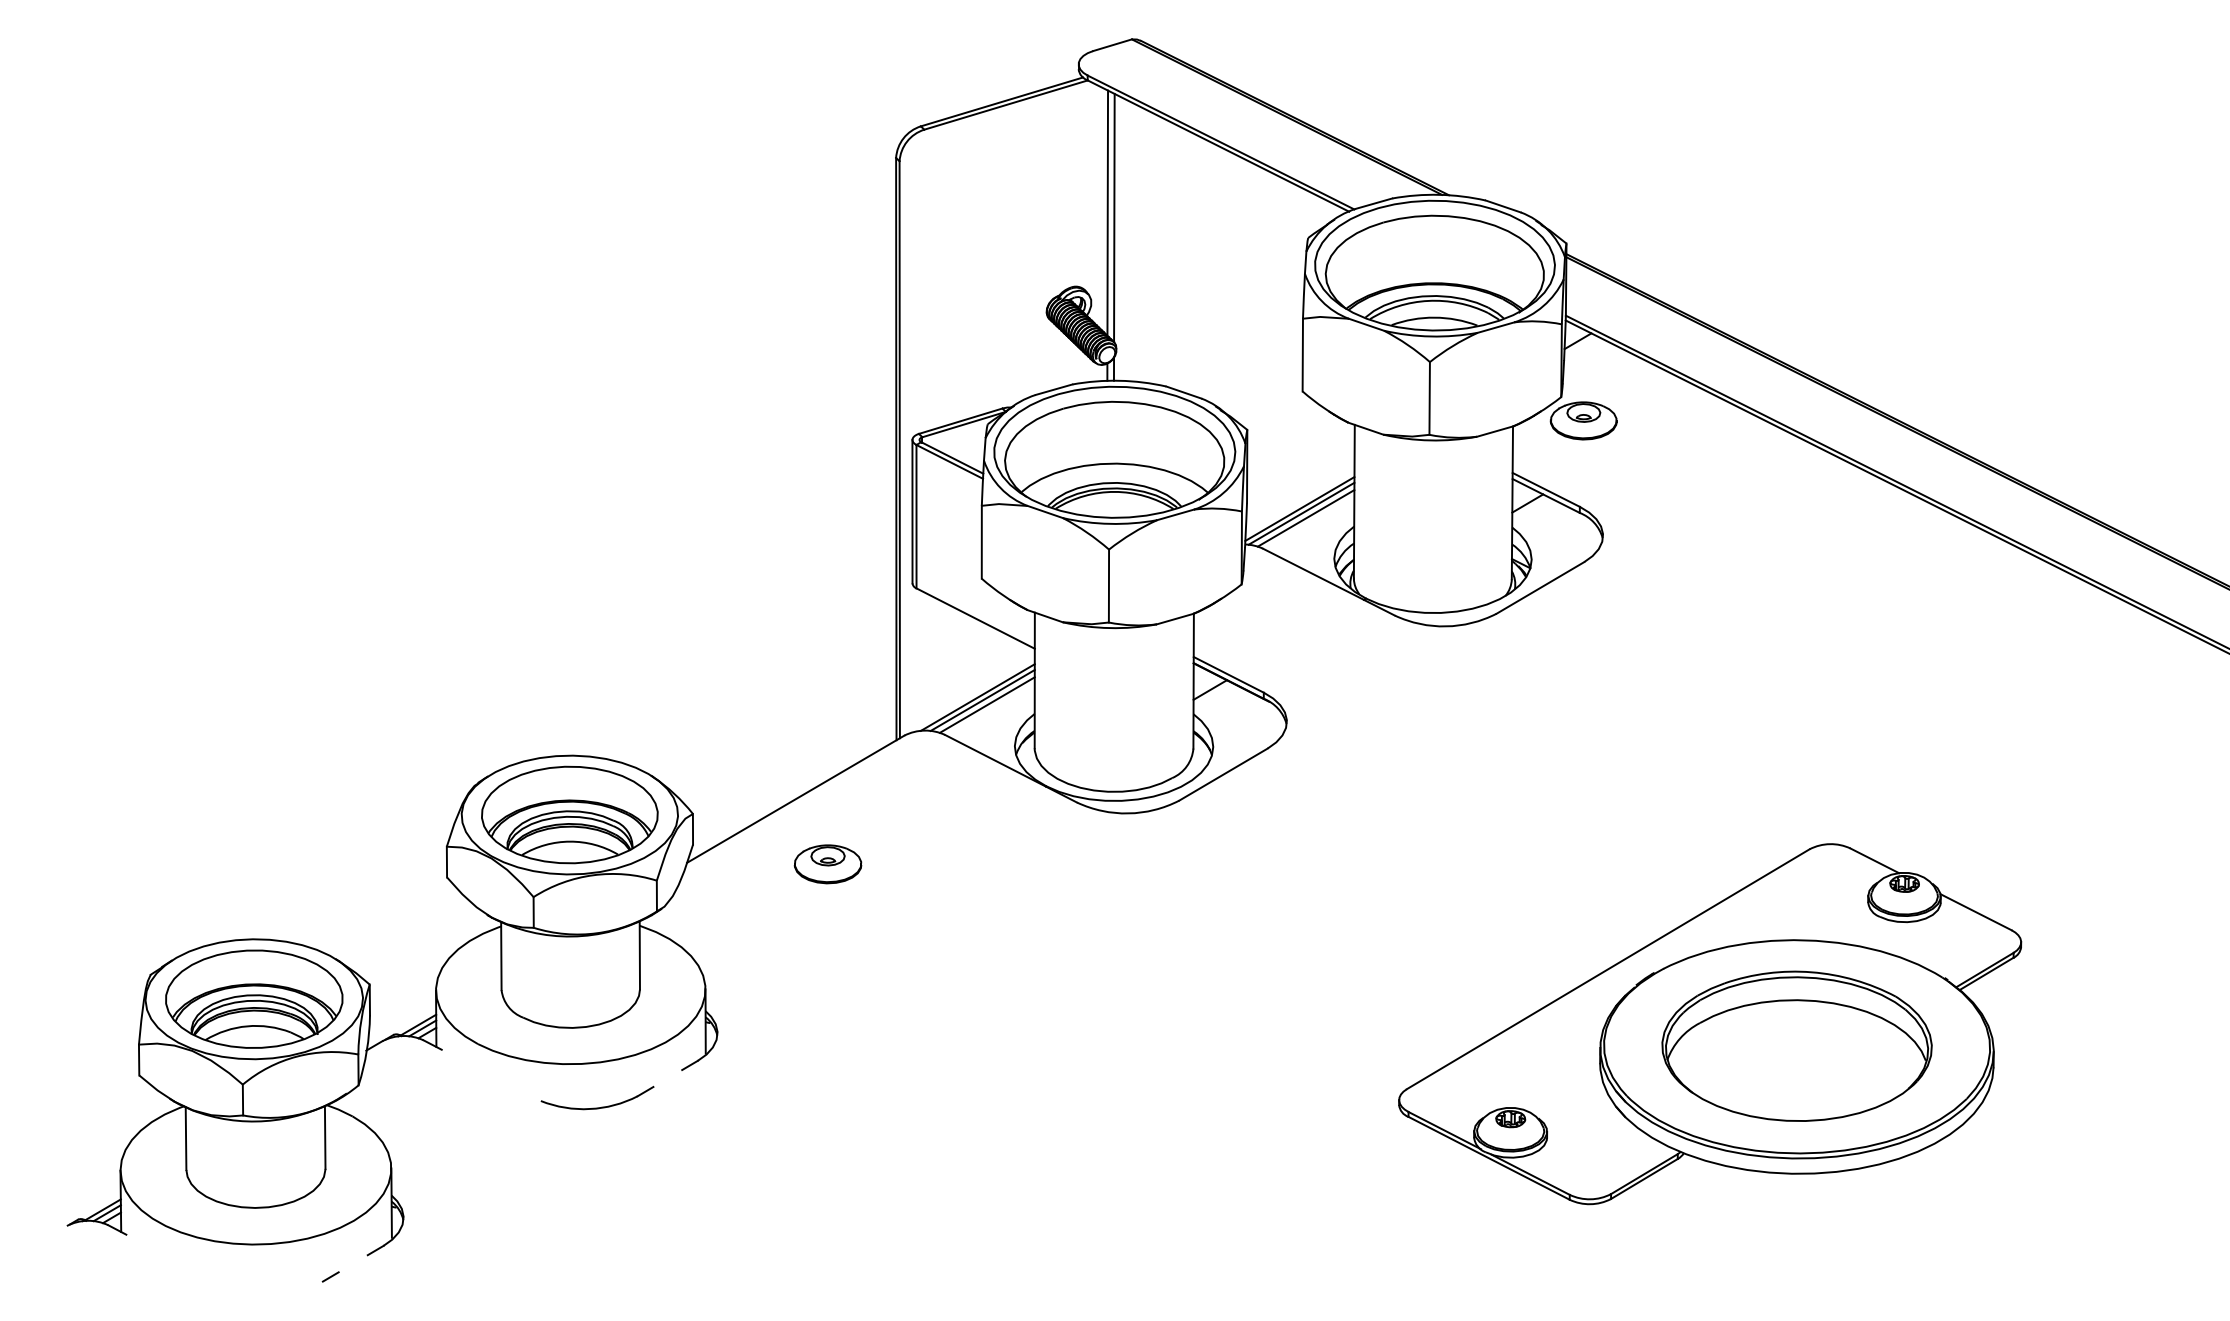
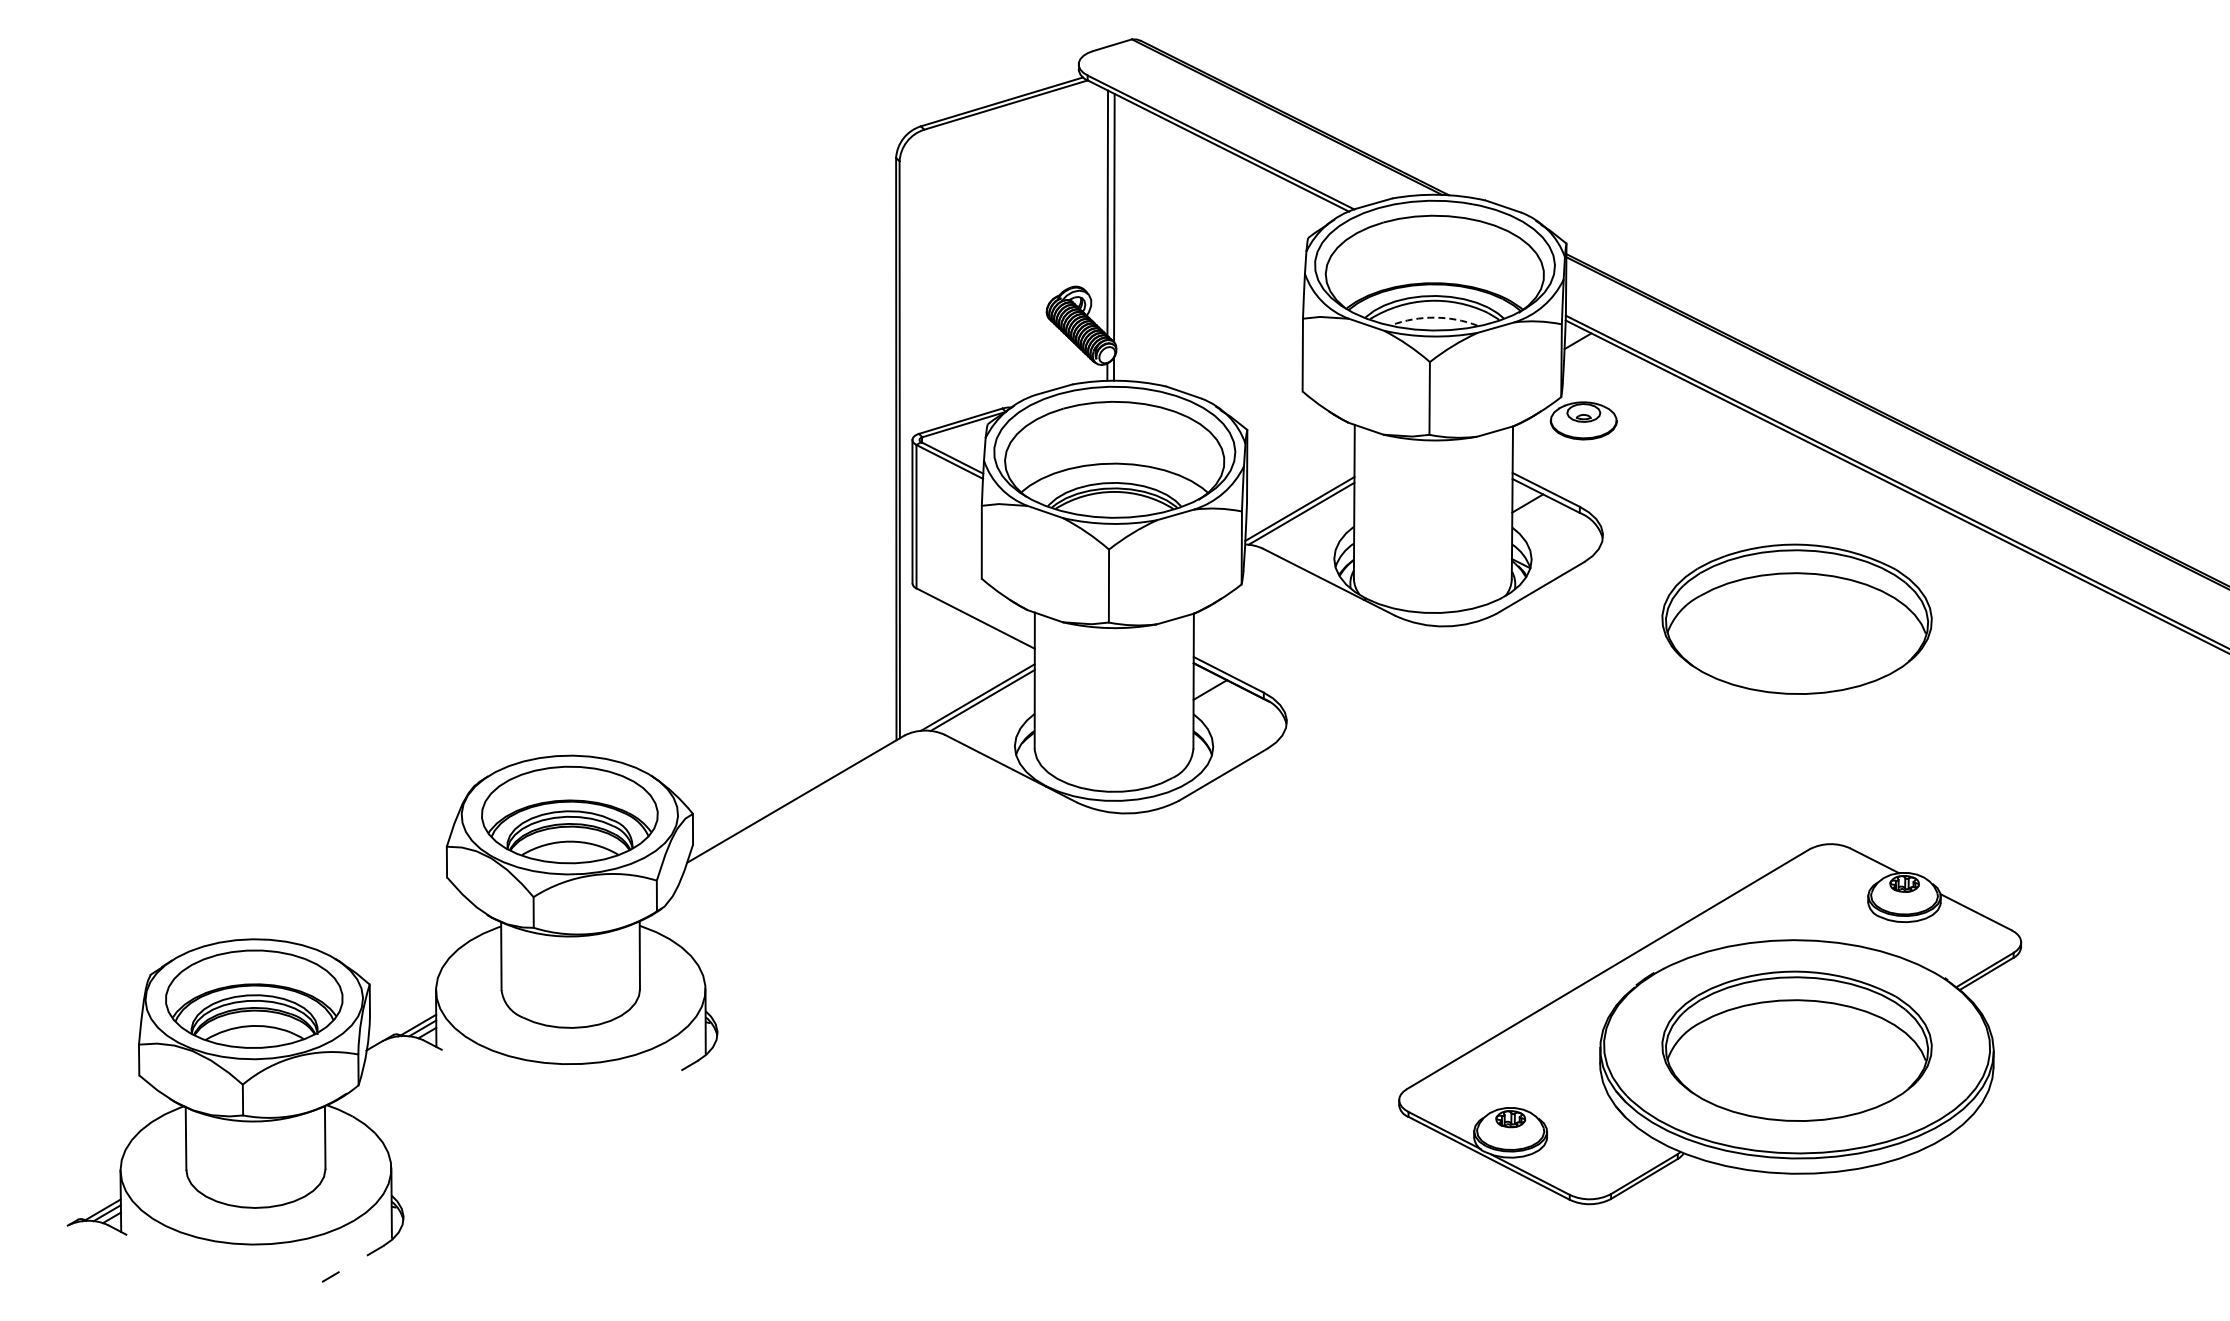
arc at (1434, 317): solid -> dashed
line at (1305, 518): present -> none
part at (1796, 618): none -> present
line at (986, 704): present -> none
part at (827, 864): present -> none
part at (601, 1106): present -> none
